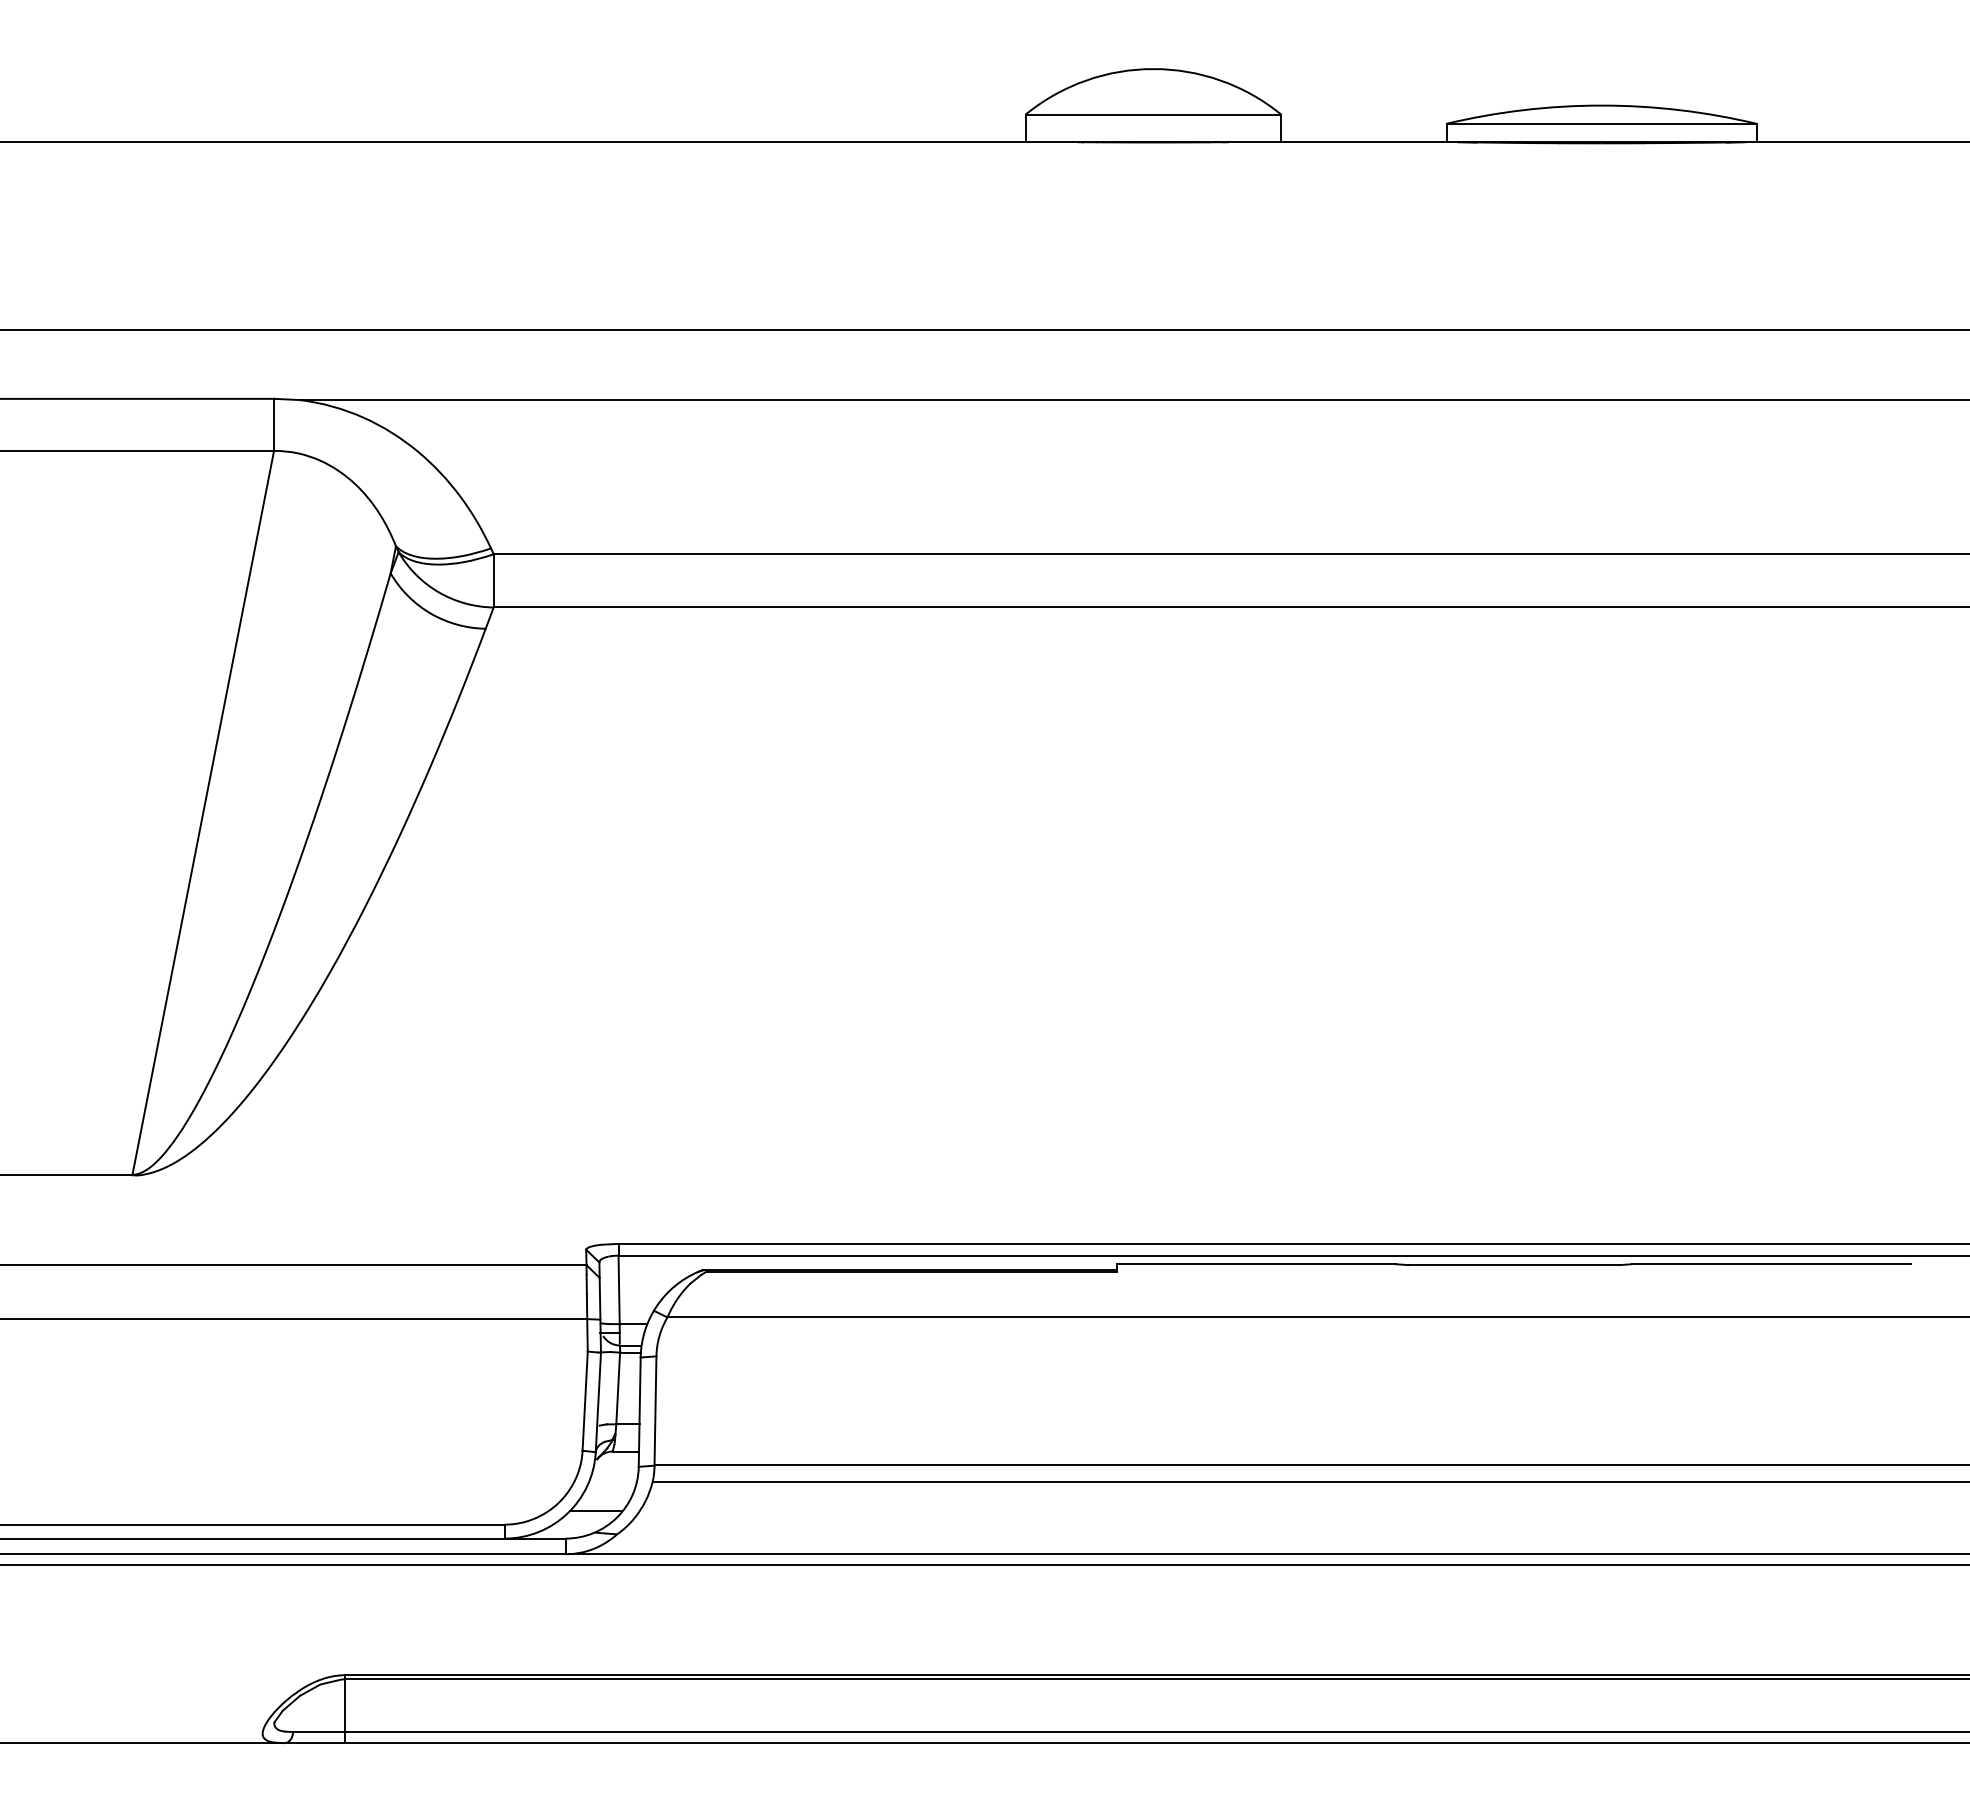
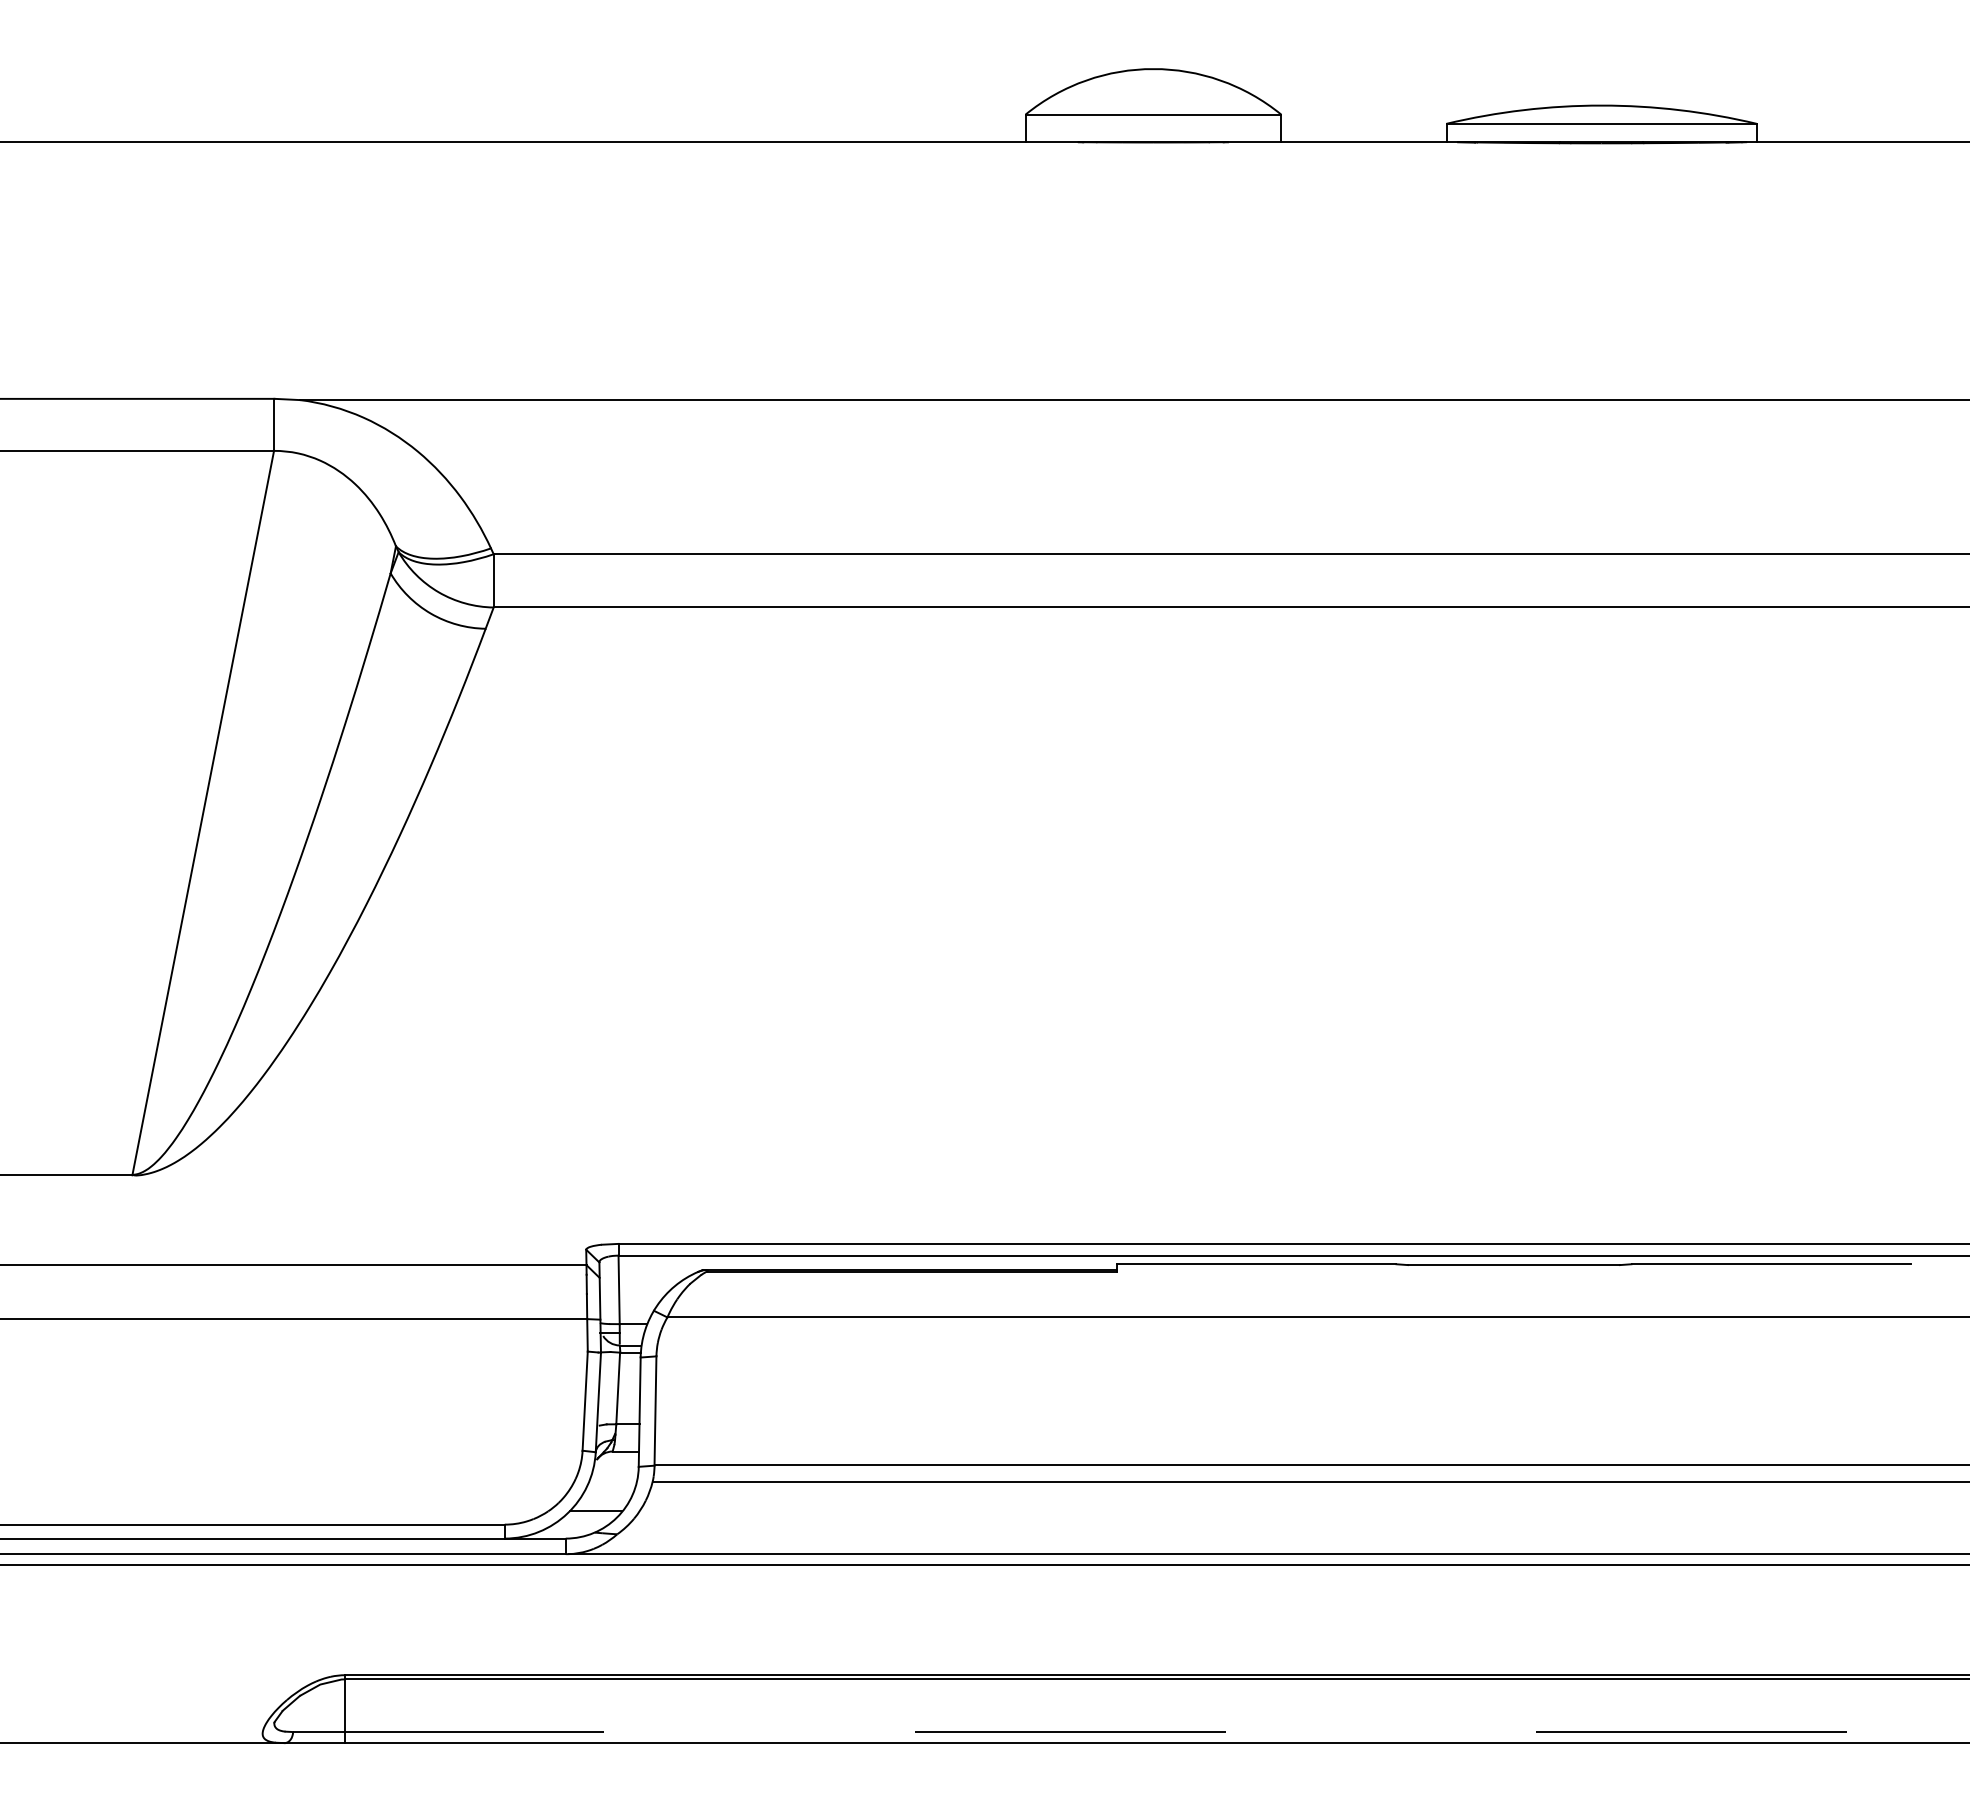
line at (984, 330): present -> none
line at (1132, 1732): solid -> dashed
